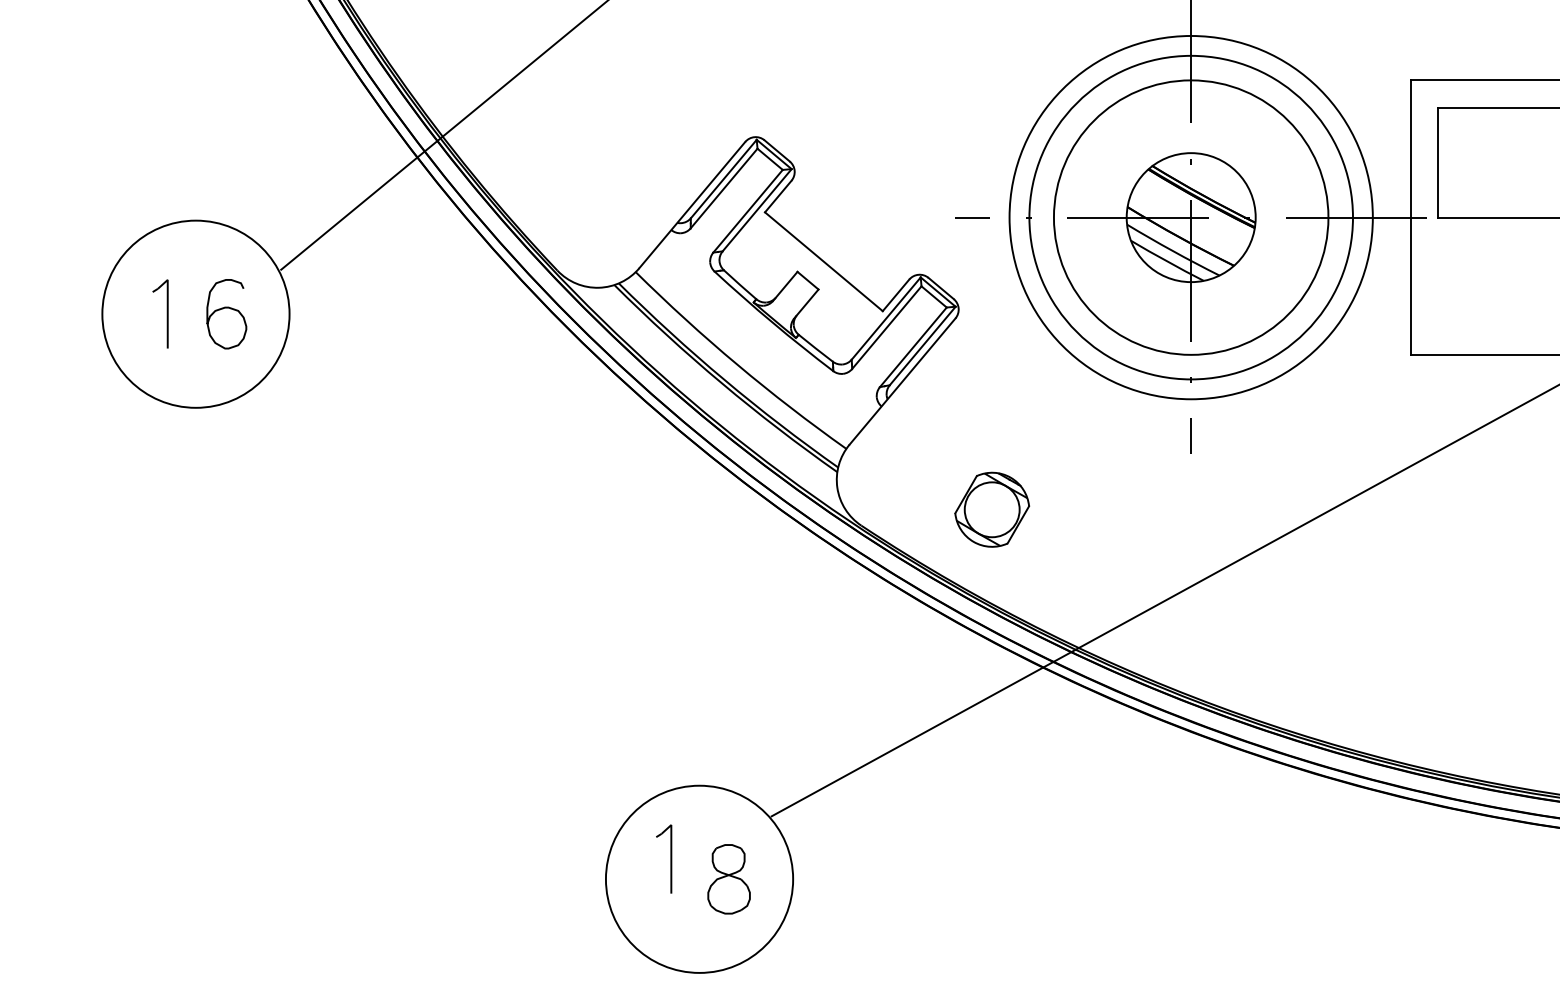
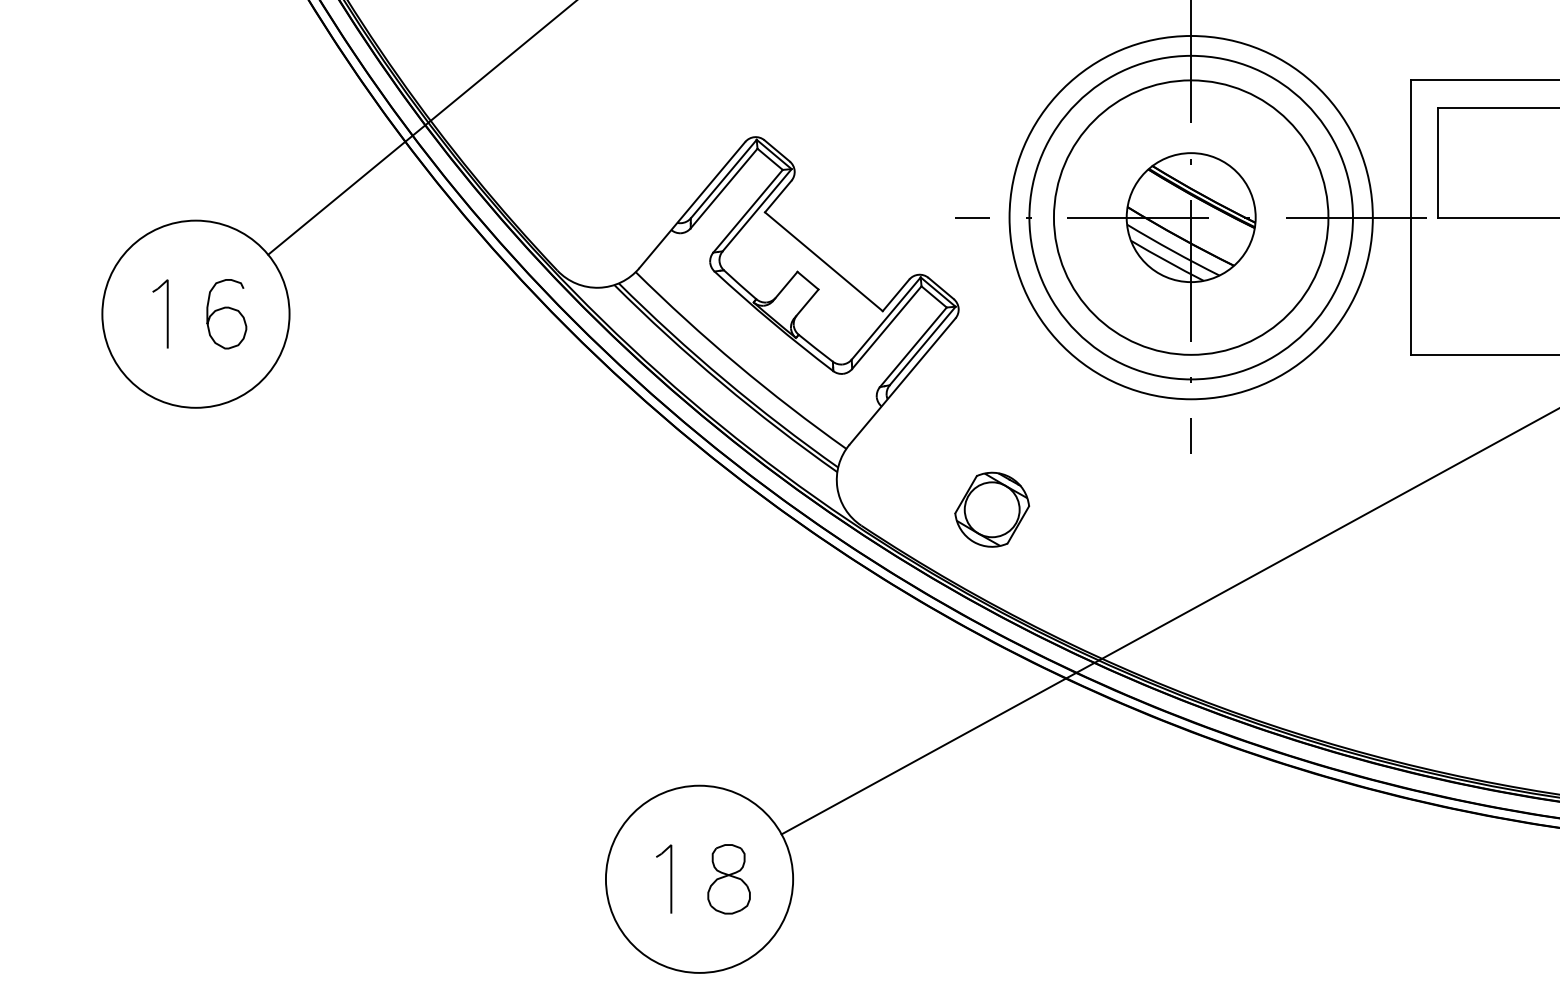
line at (443, 135) position: (443, 135) -> (421, 128)
line at (1163, 601) position: (1163, 601) -> (1168, 621)
part at (664, 858) position: (664, 858) -> (664, 878)
